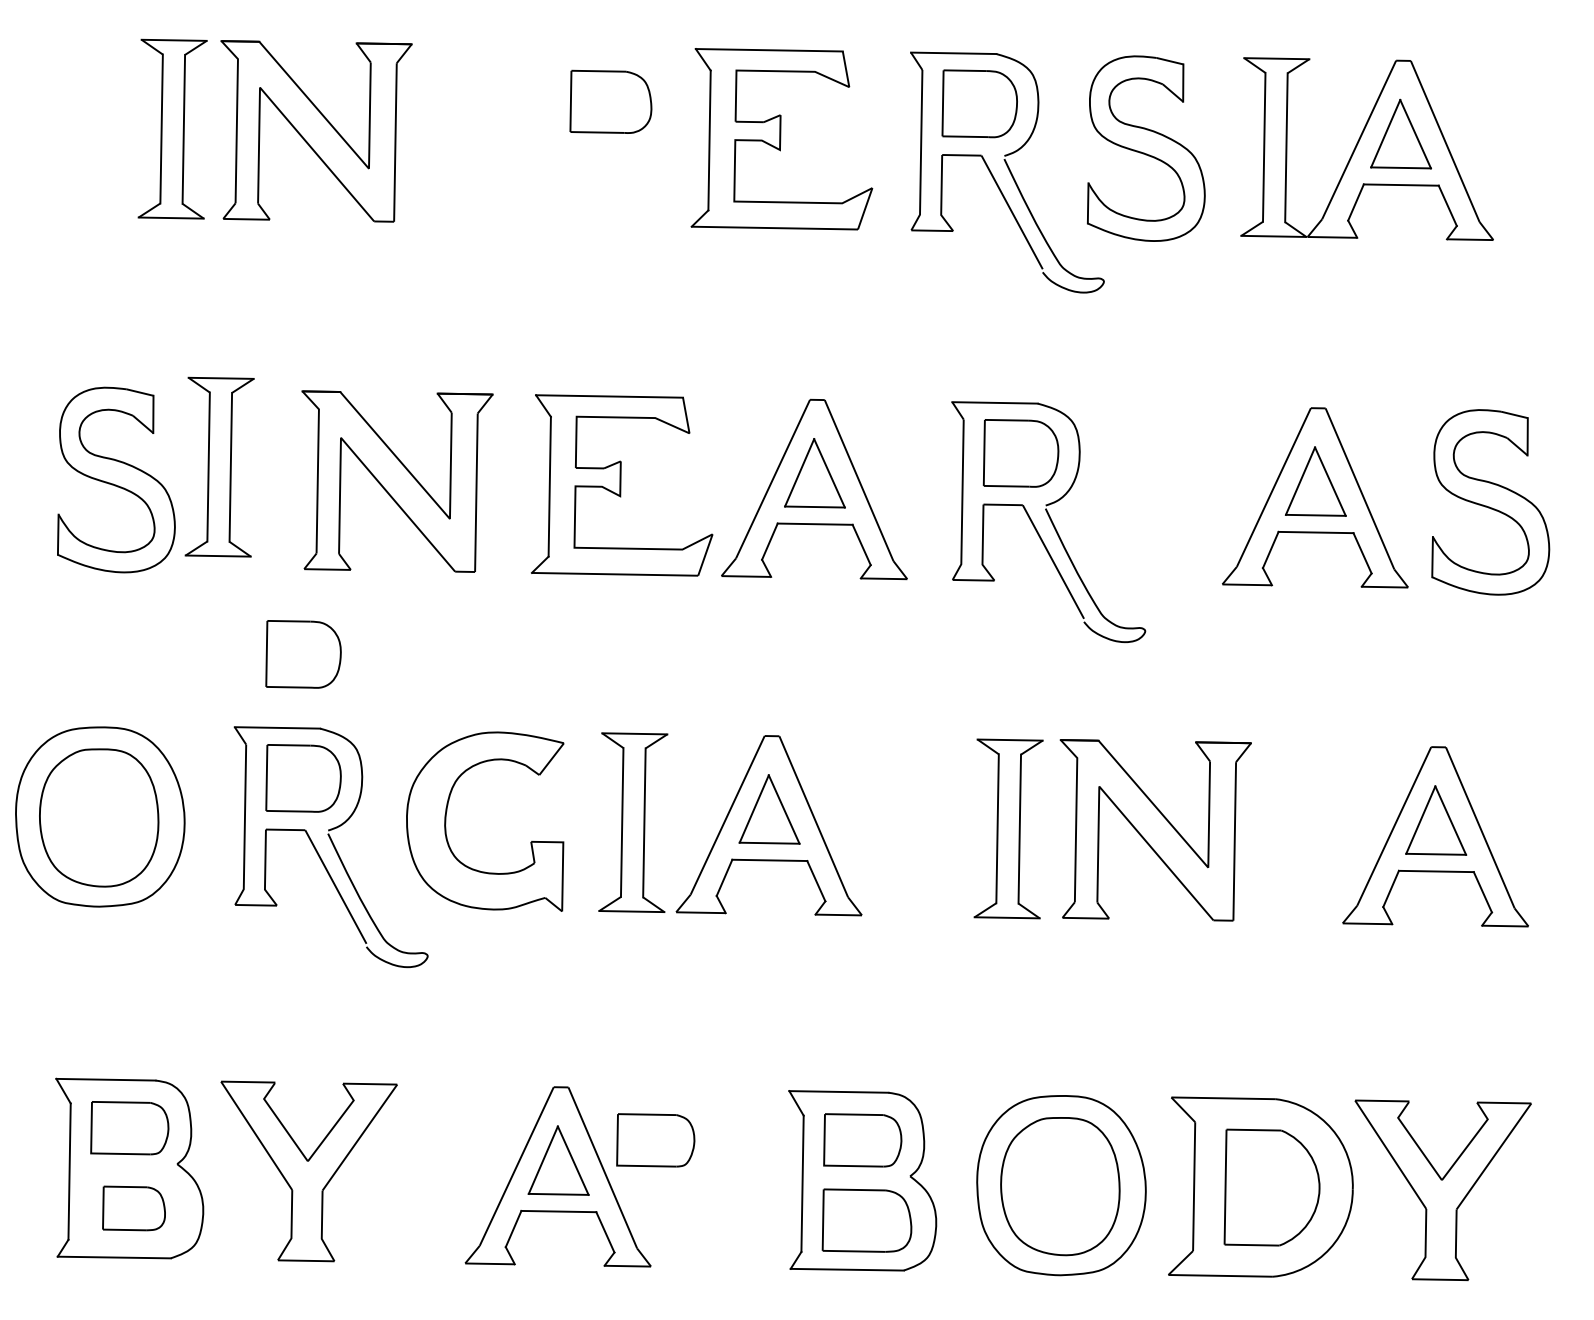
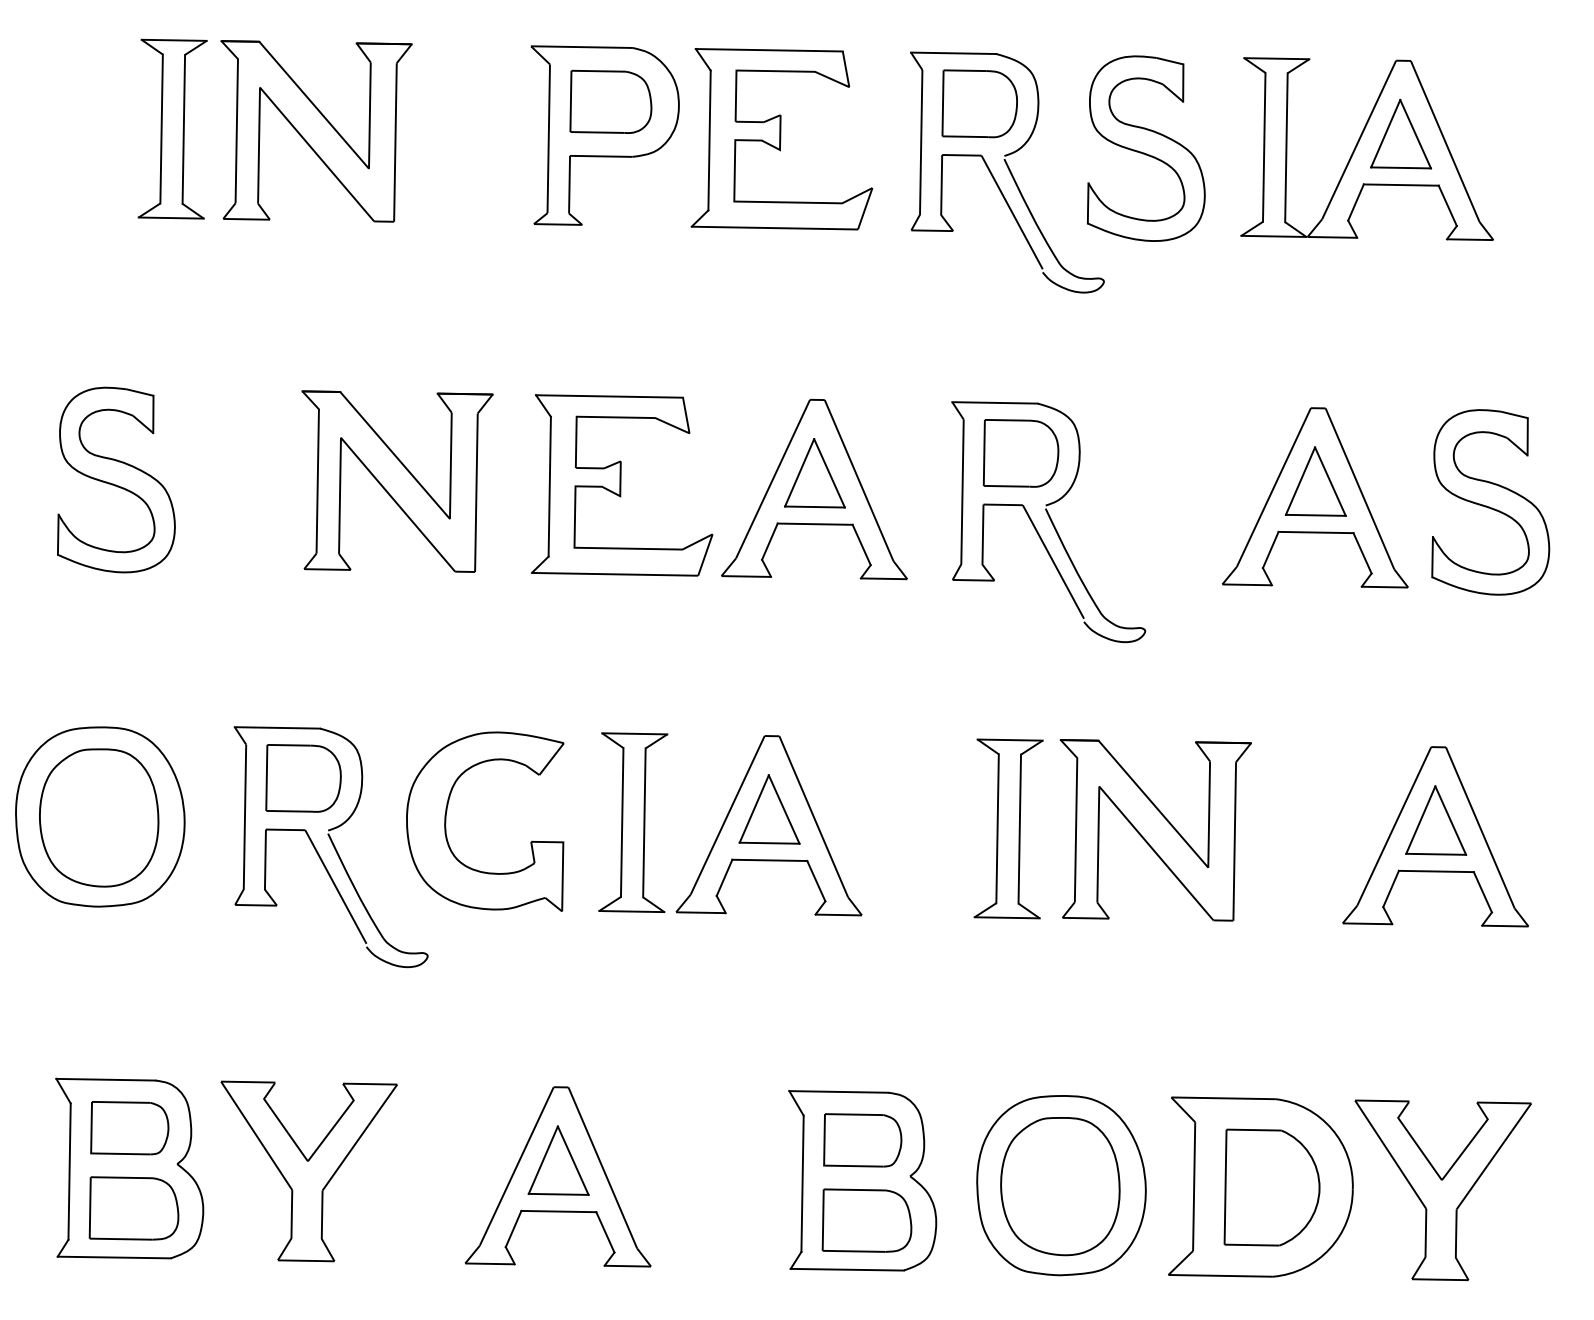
part at (604, 135): none -> present
part at (219, 466): present -> none
part at (303, 654): present -> none
part at (655, 1140): present -> none
part at (133, 1208) size: 64x47 px -> 92x65 px
